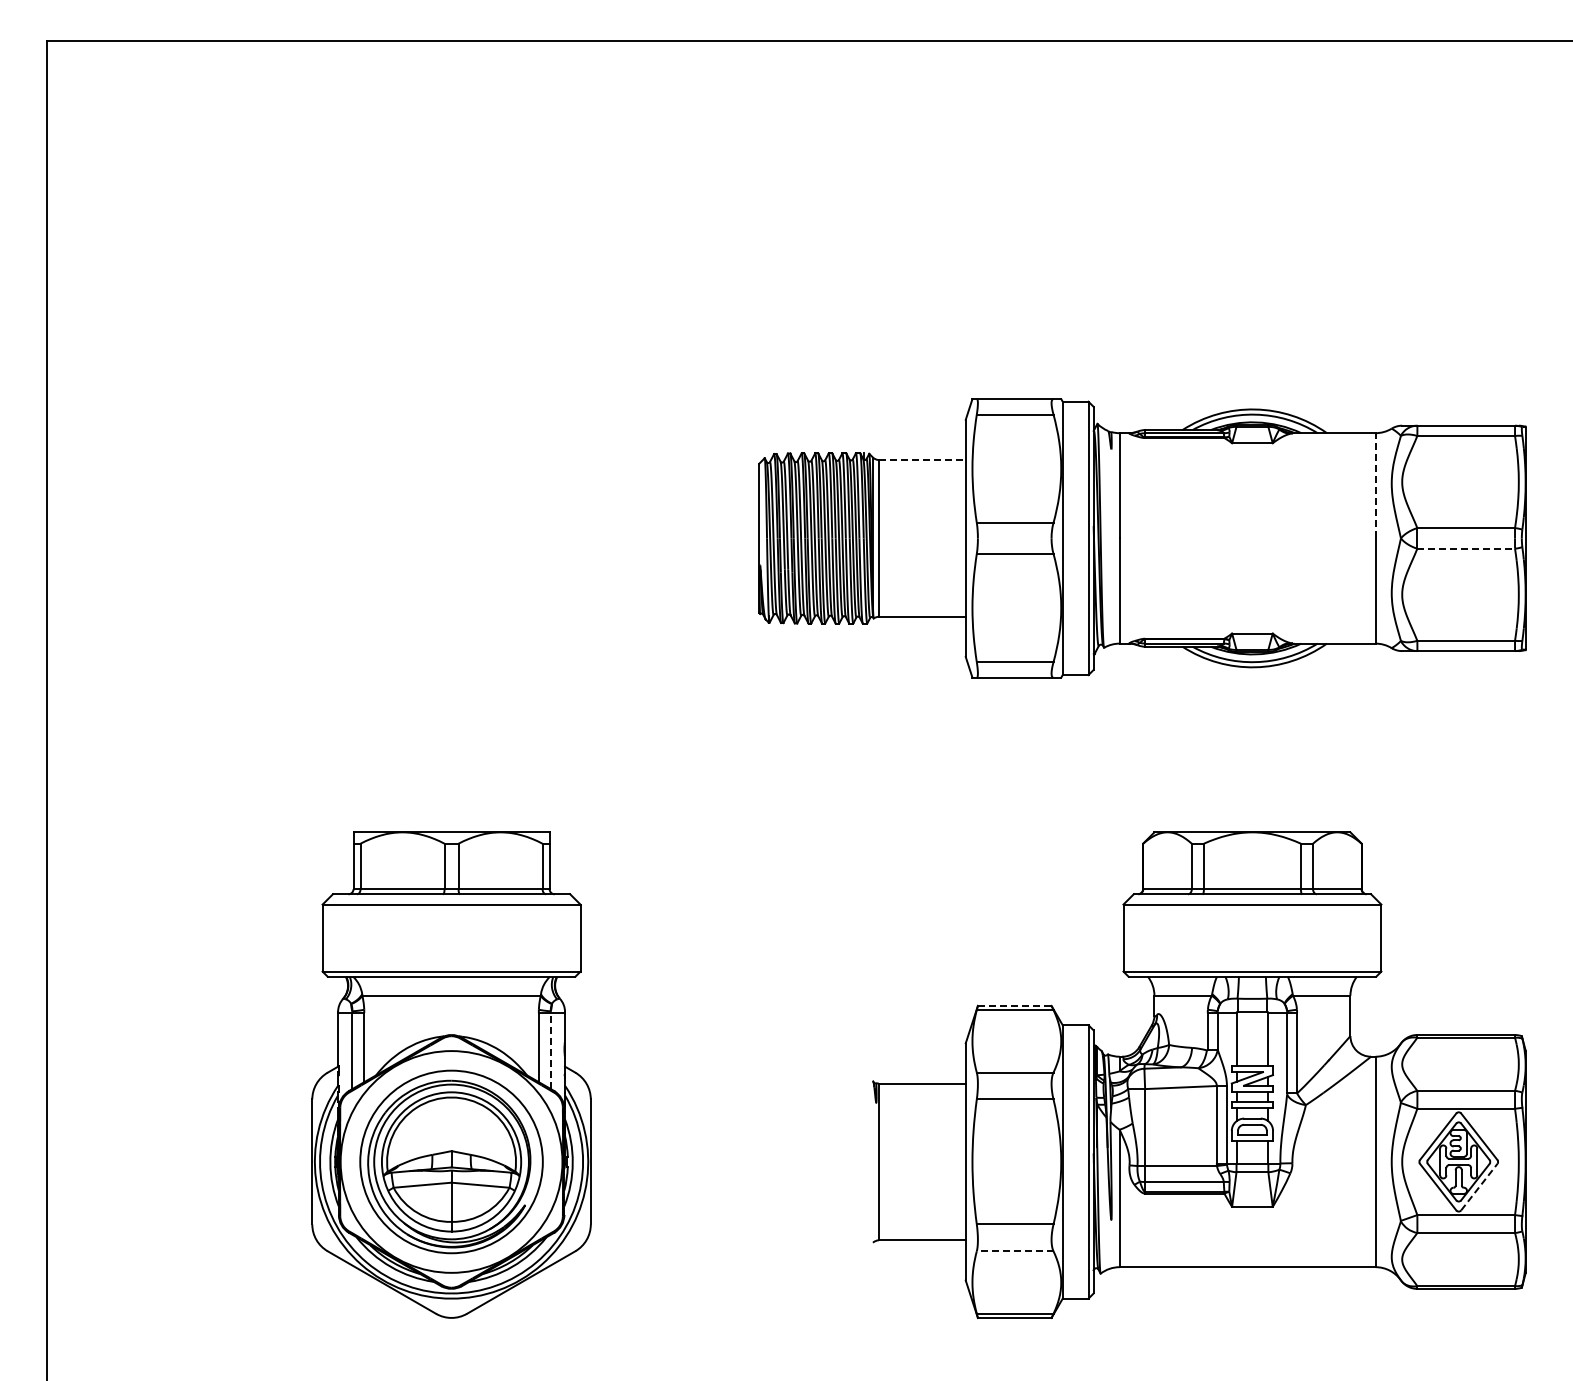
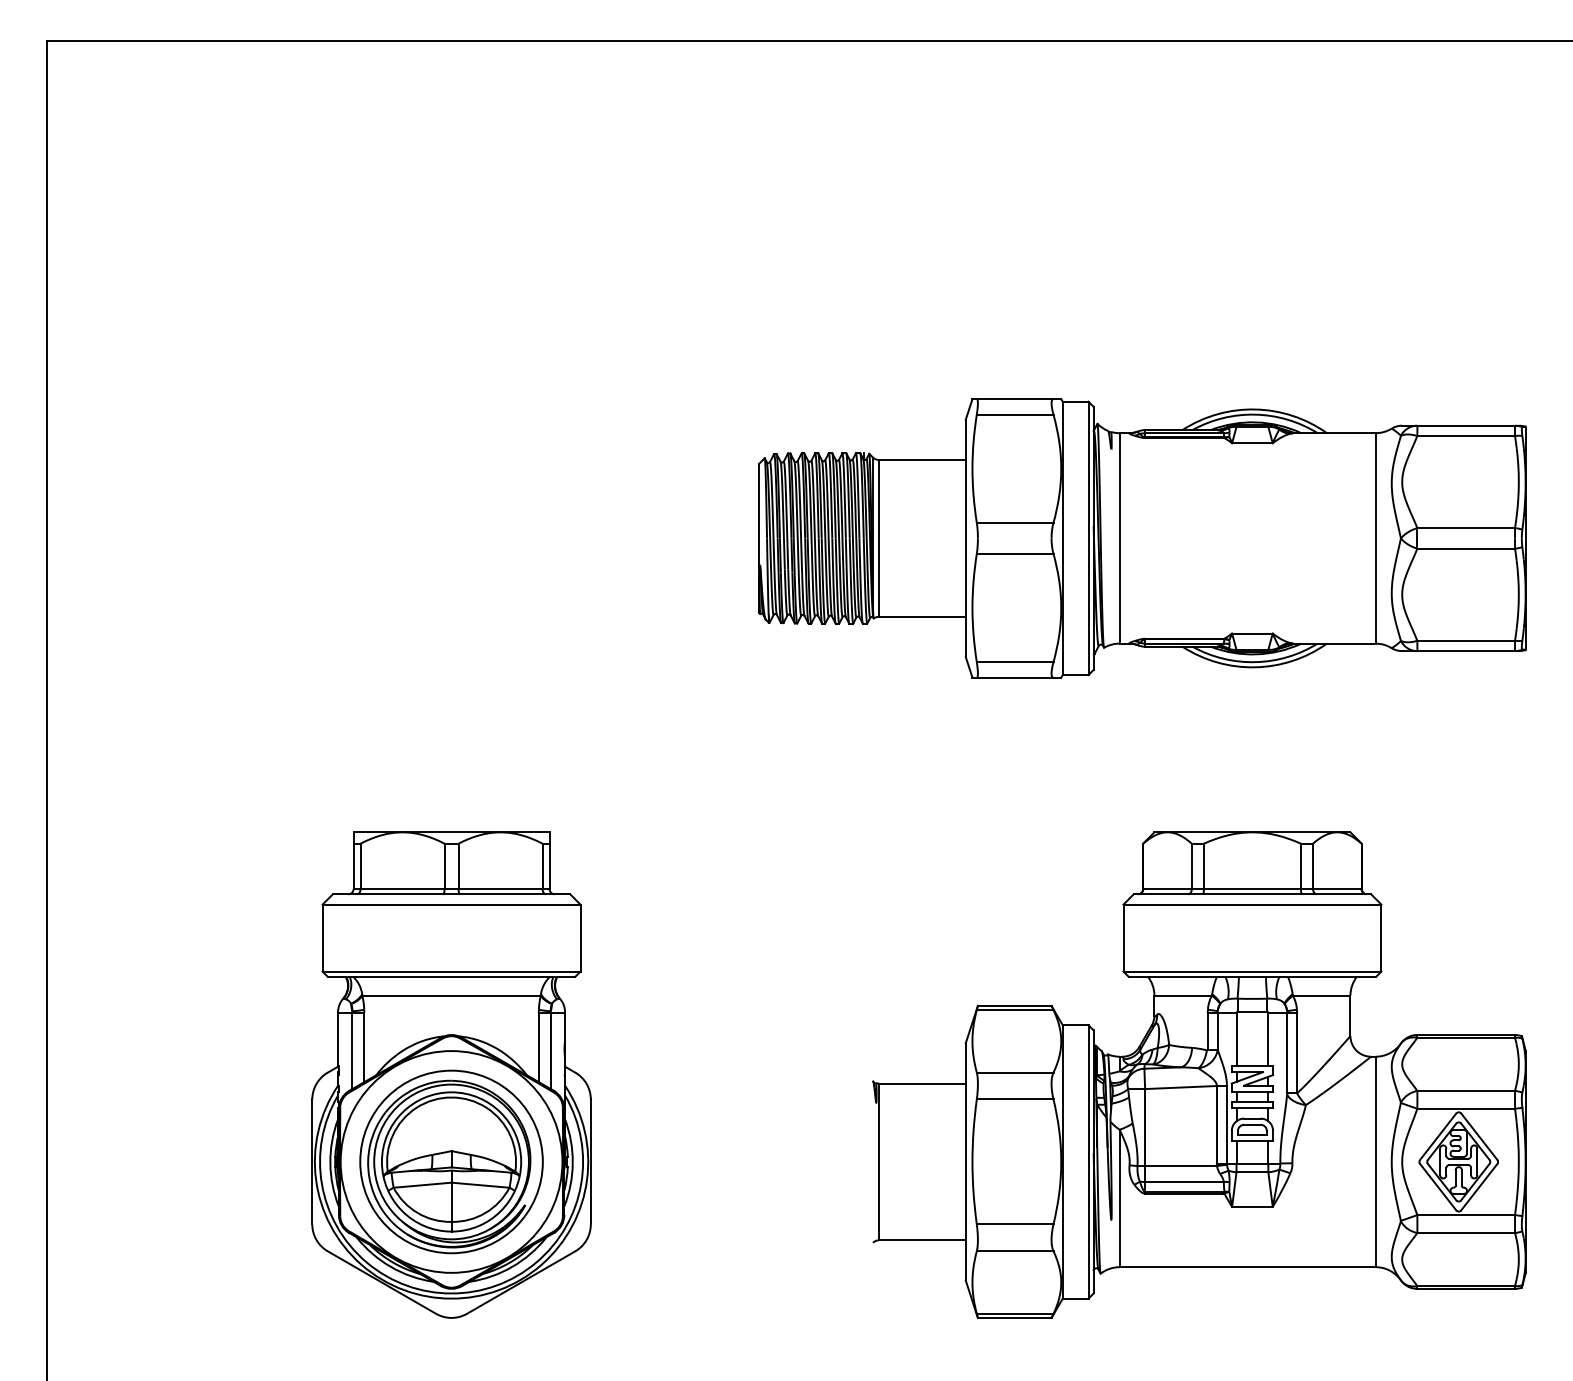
line at (922, 460): dashed -> solid
line at (1375, 485): dashed -> solid
line at (1466, 548): dashed -> solid
line at (1014, 1005): dashed -> solid
line at (550, 1050): dashed -> solid
line at (1479, 1187): dashed -> solid
line at (1014, 1251): dashed -> solid
